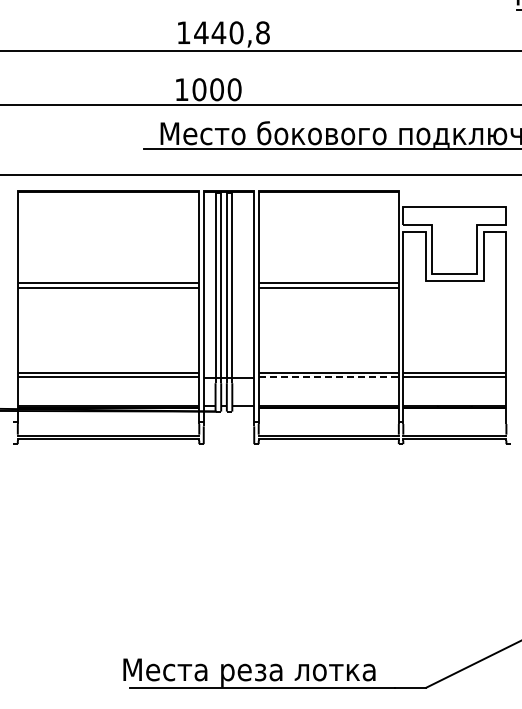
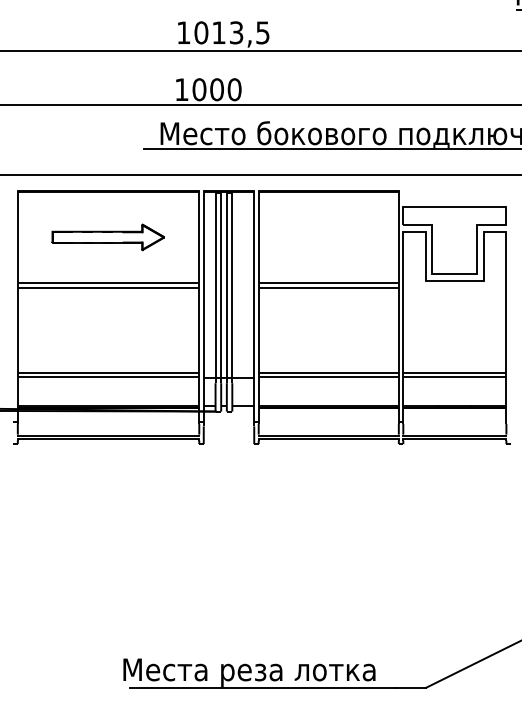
text at (231, 32): 1440,8 -> 1013,5
part at (107, 237): none -> present
line at (329, 377): dashed -> solid
